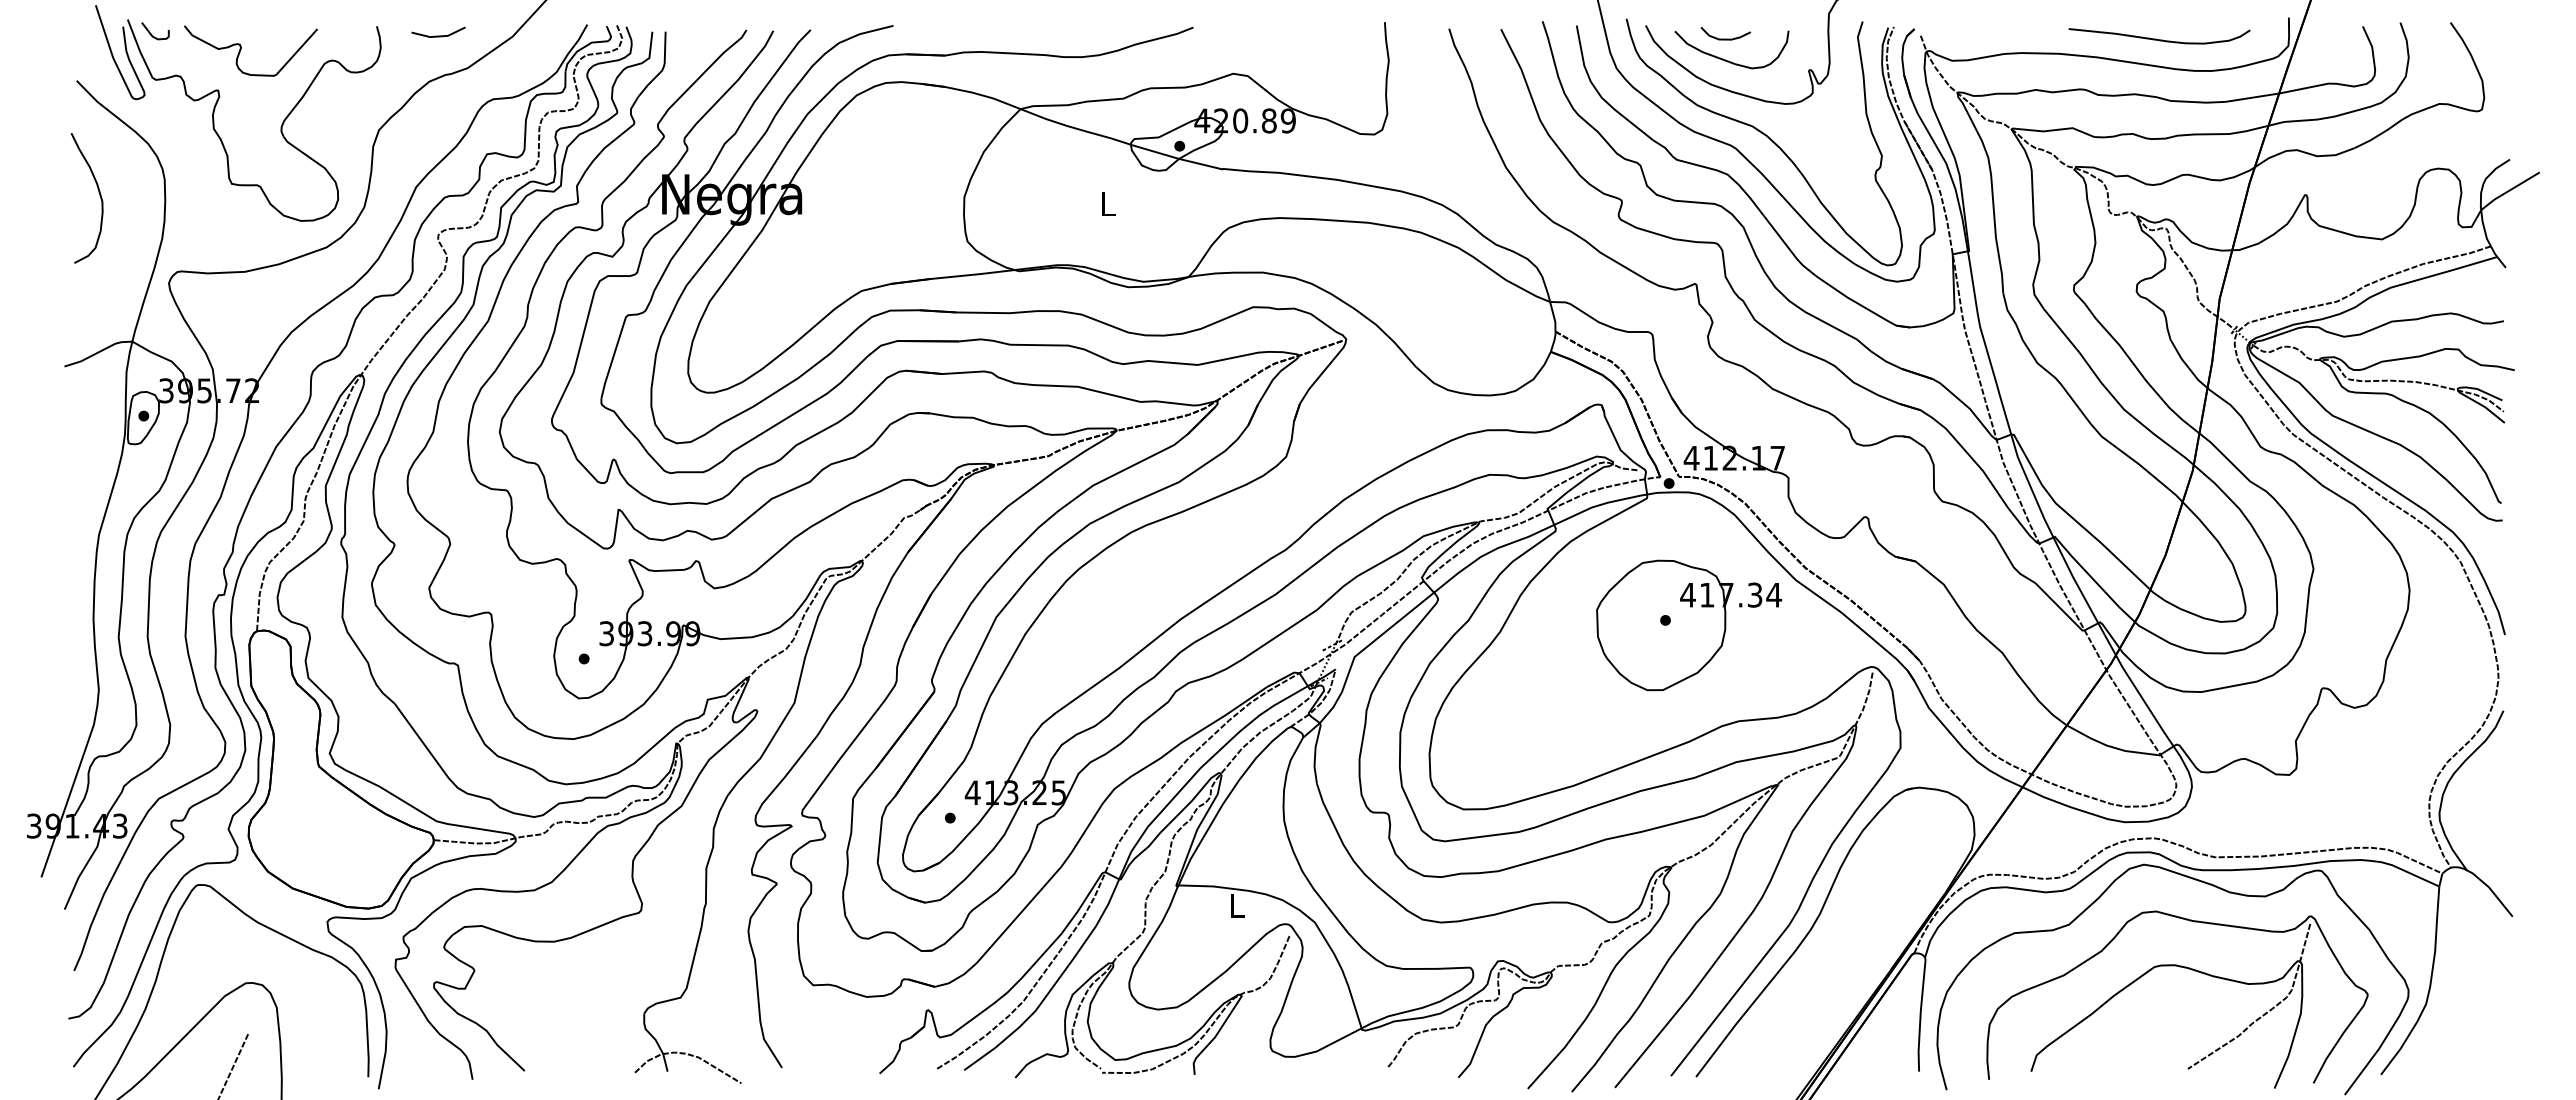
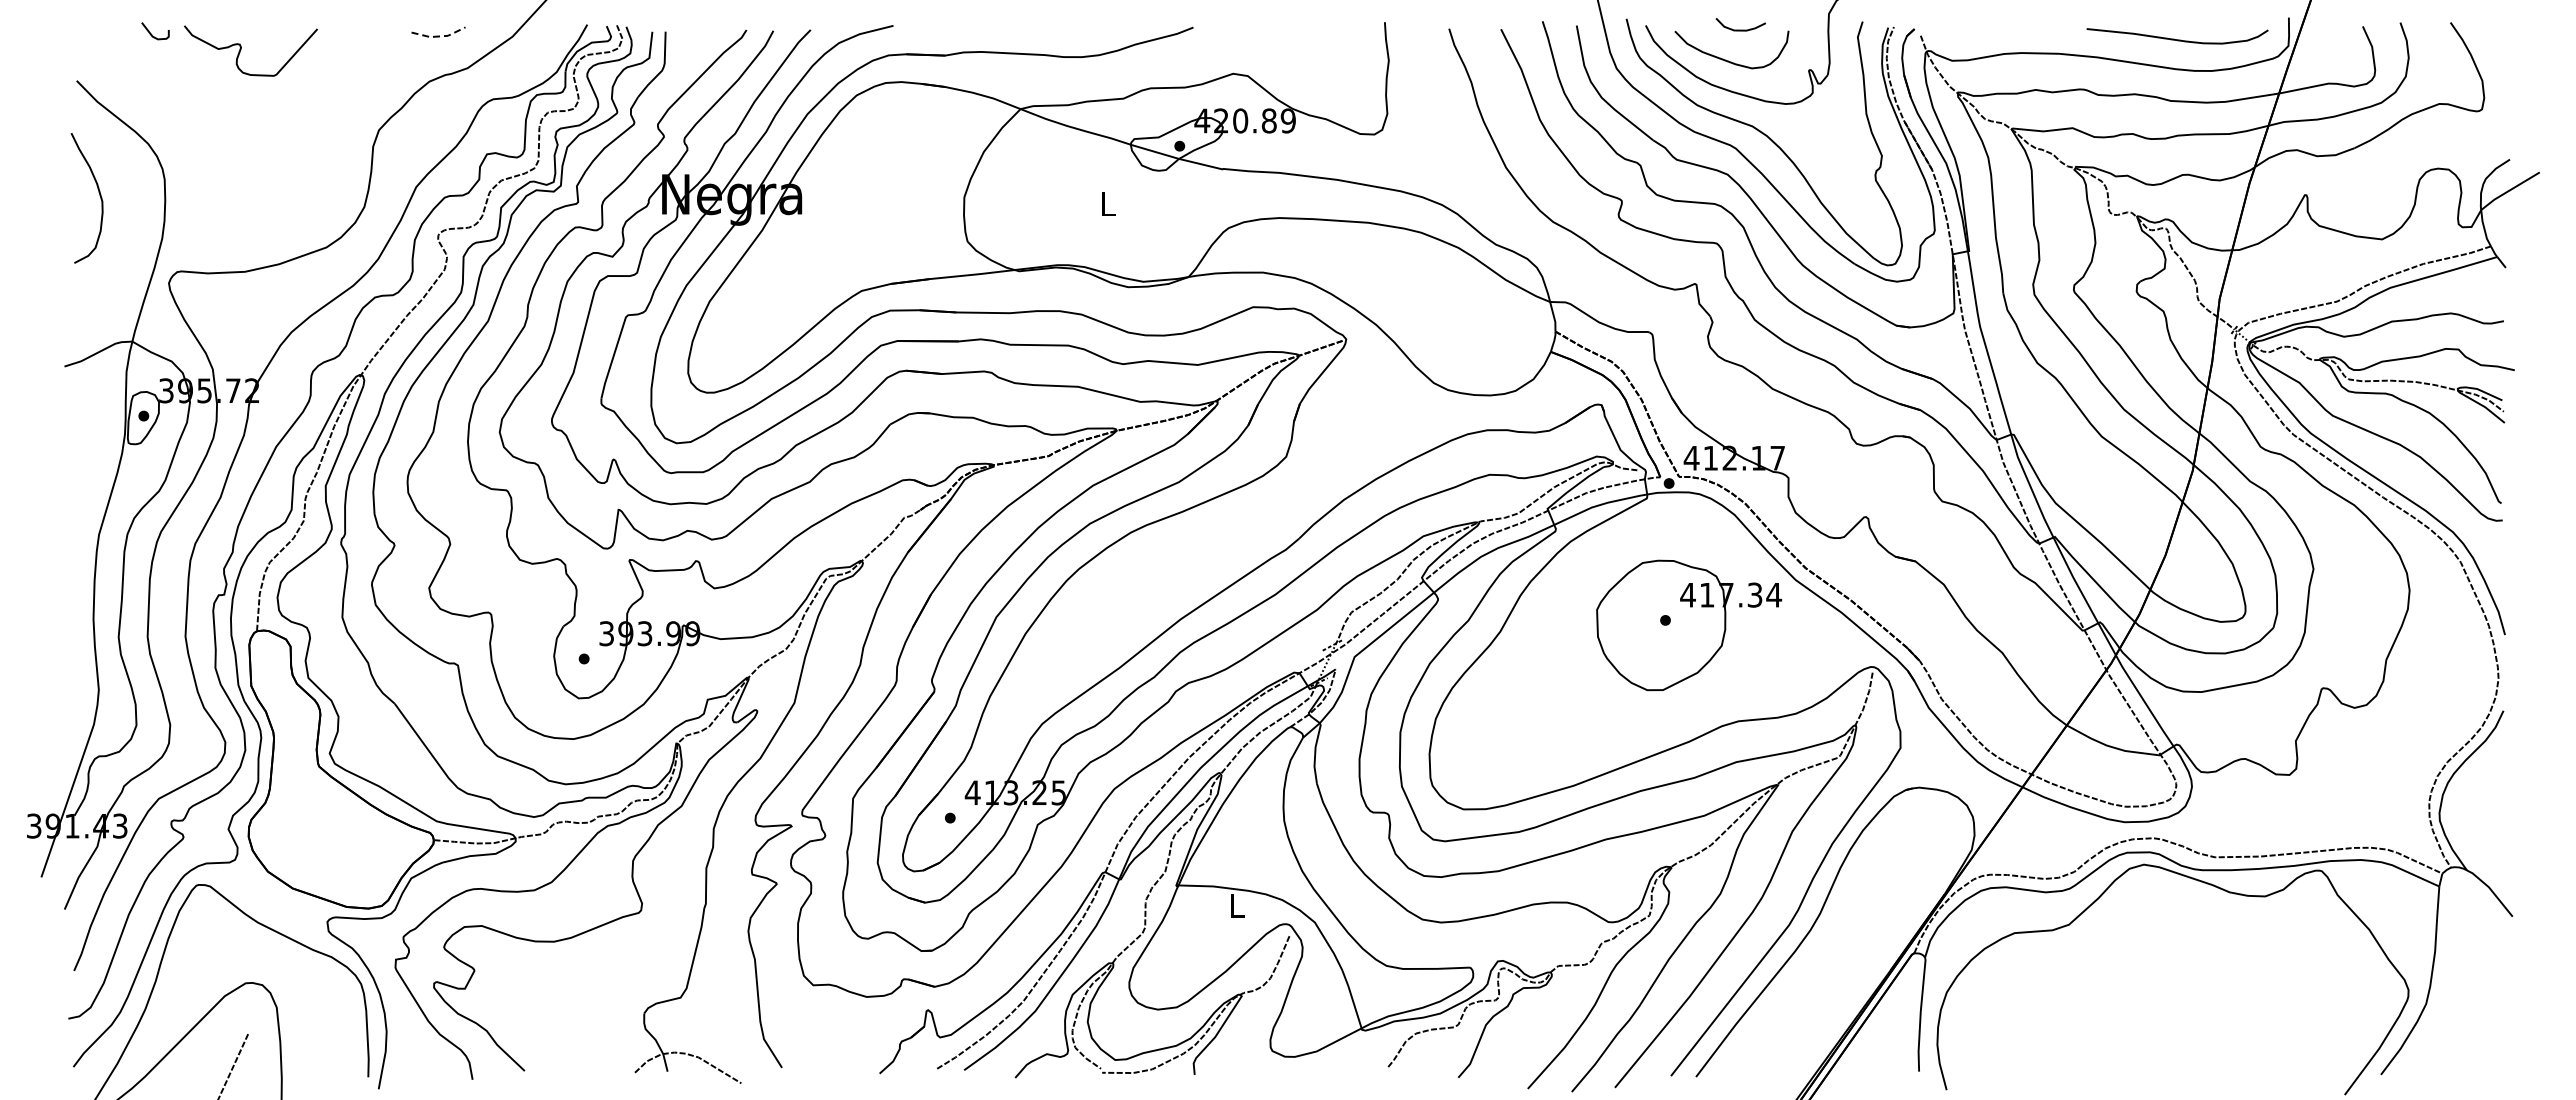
line at (439, 36): solid -> dashed
curve at (1725, 38) position: (1725, 38) -> (1740, 29)
curve at (2159, 39) position: (2159, 39) -> (2177, 39)
part at (216, 106): present -> none
part at (2184, 968): present -> none
